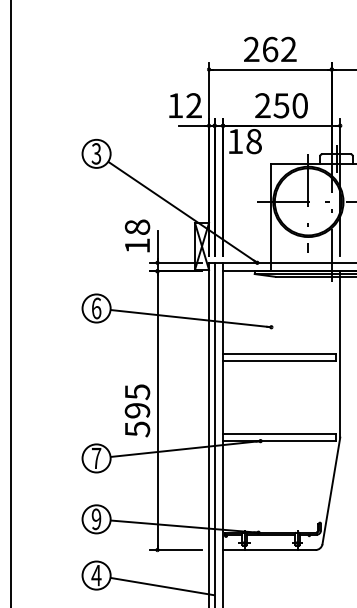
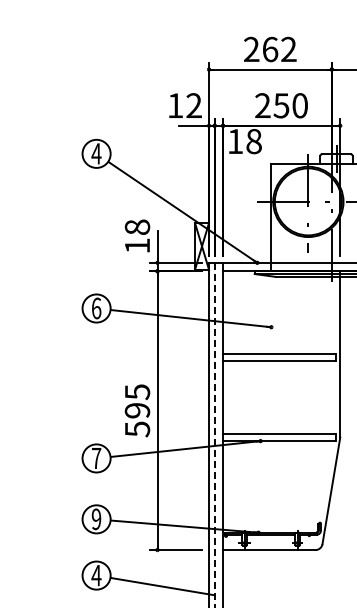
text at (96, 153): 3 -> 4
line at (10, 303): present -> none
line at (214, 435): solid -> dashed
